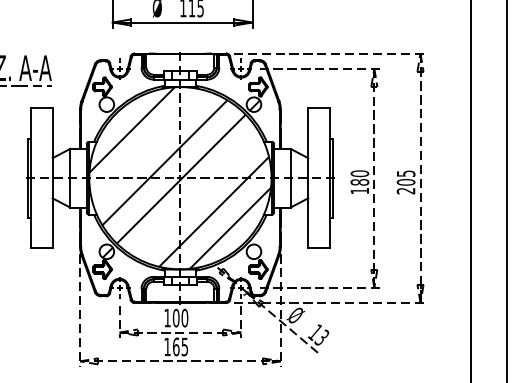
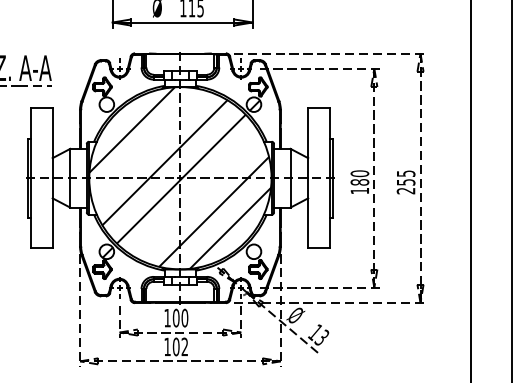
text at (405, 182): 205 -> 255
line at (507, 190) position: (507, 190) -> (512, 190)
text at (180, 346): 165 -> 102
